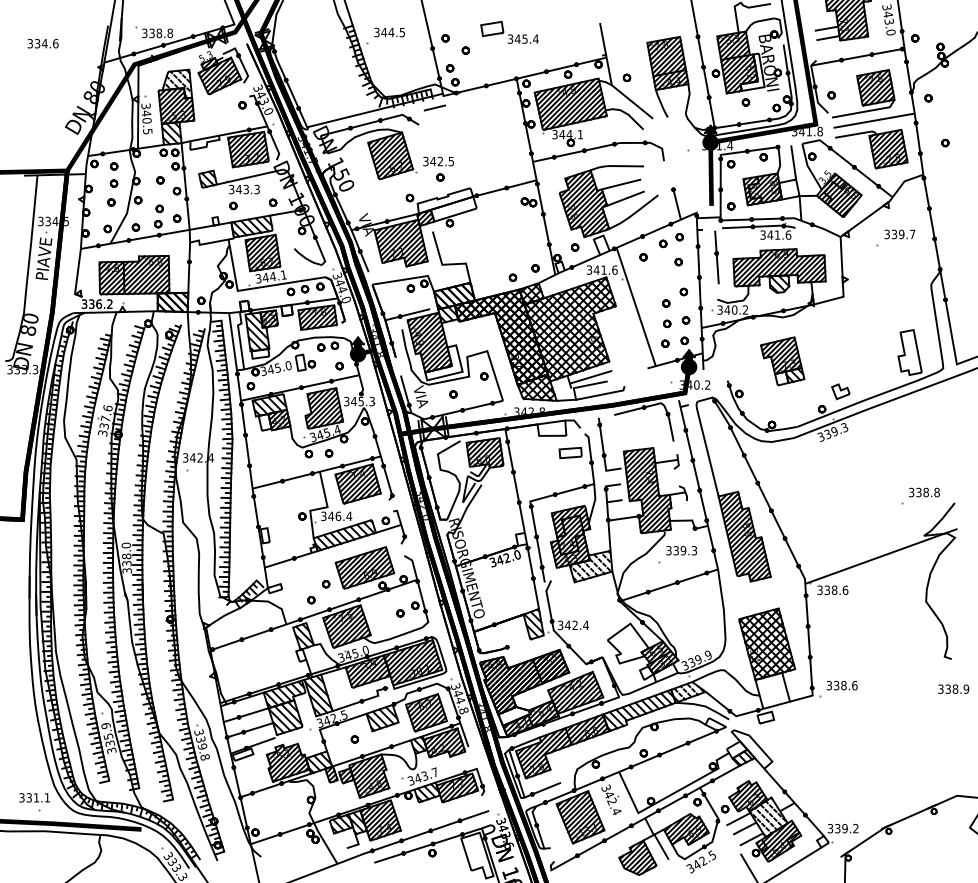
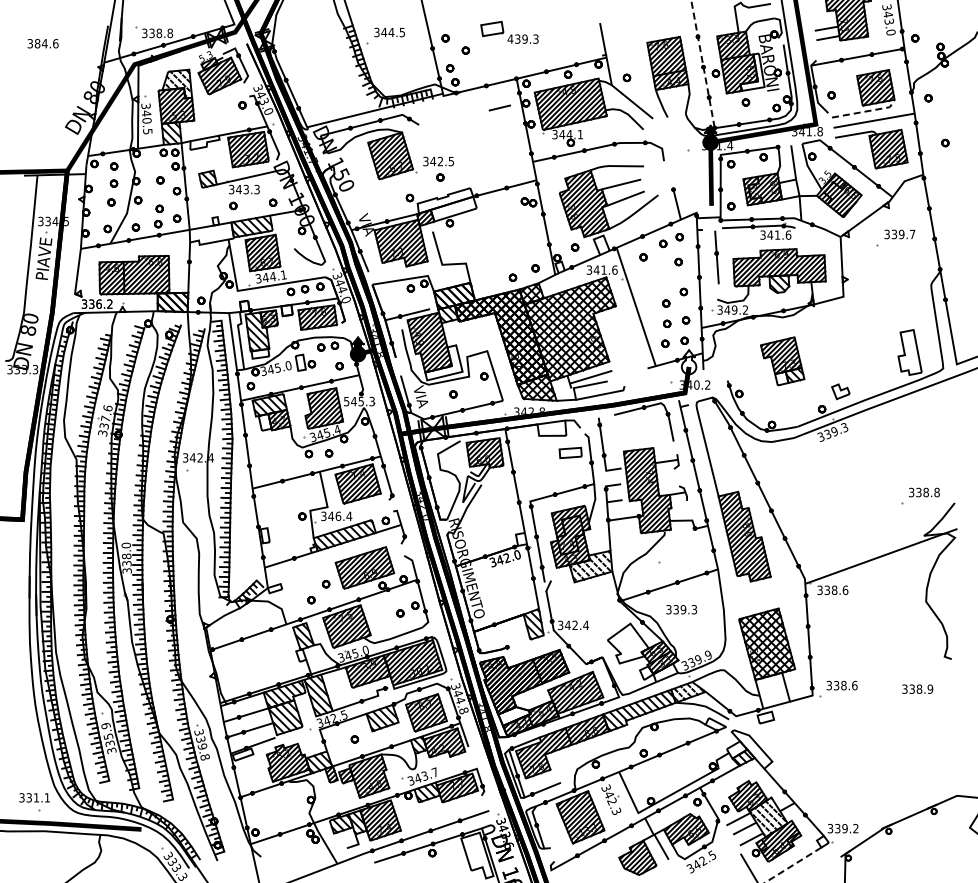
text at (522, 38): 345.4 -> 439.3
text at (37, 43): 334.6 -> 384.6
line at (702, 63): solid -> dashed
line at (434, 107) position: (434, 107) -> (499, 107)
line at (866, 111): solid -> dashed
text at (734, 309): 340.2 -> 349.2
fill at (688, 362): present -> none
text at (346, 400): 345.3 -> 545.3
text at (681, 550) position: (681, 550) -> (681, 609)
text at (953, 688) position: (953, 688) -> (917, 688)
text at (616, 810): 342.4 -> 342.3
line at (792, 865): solid -> dashed
